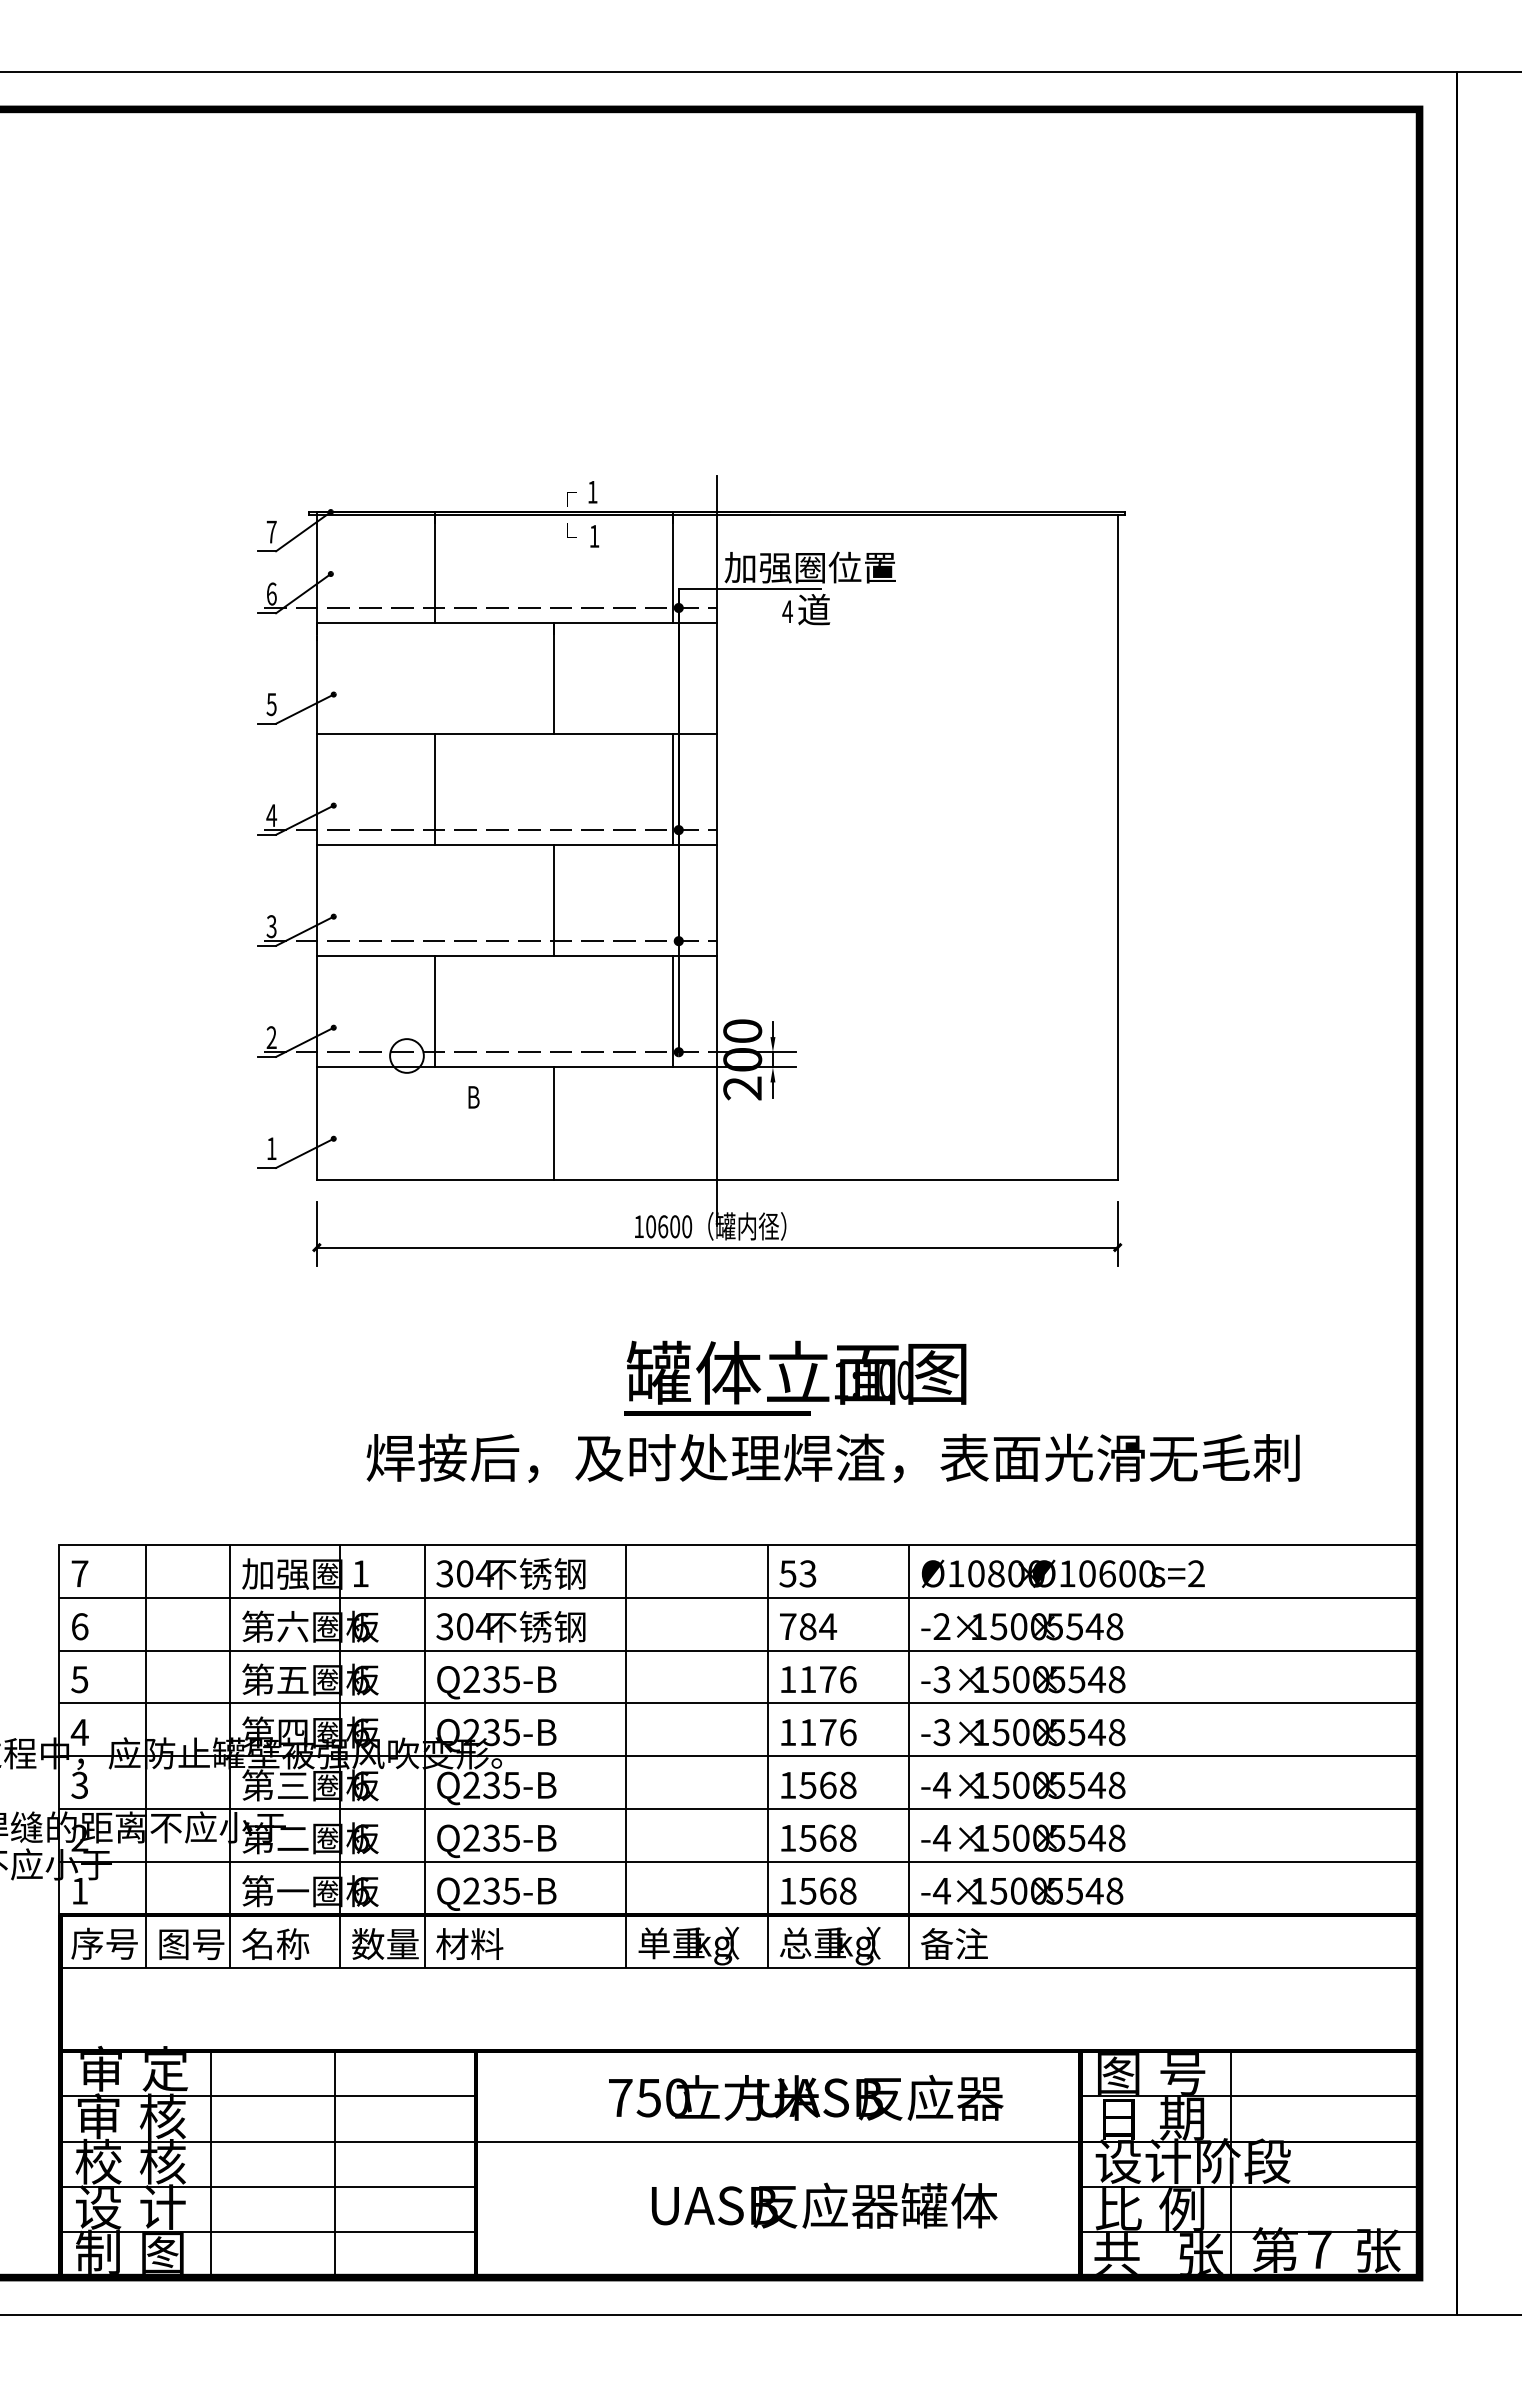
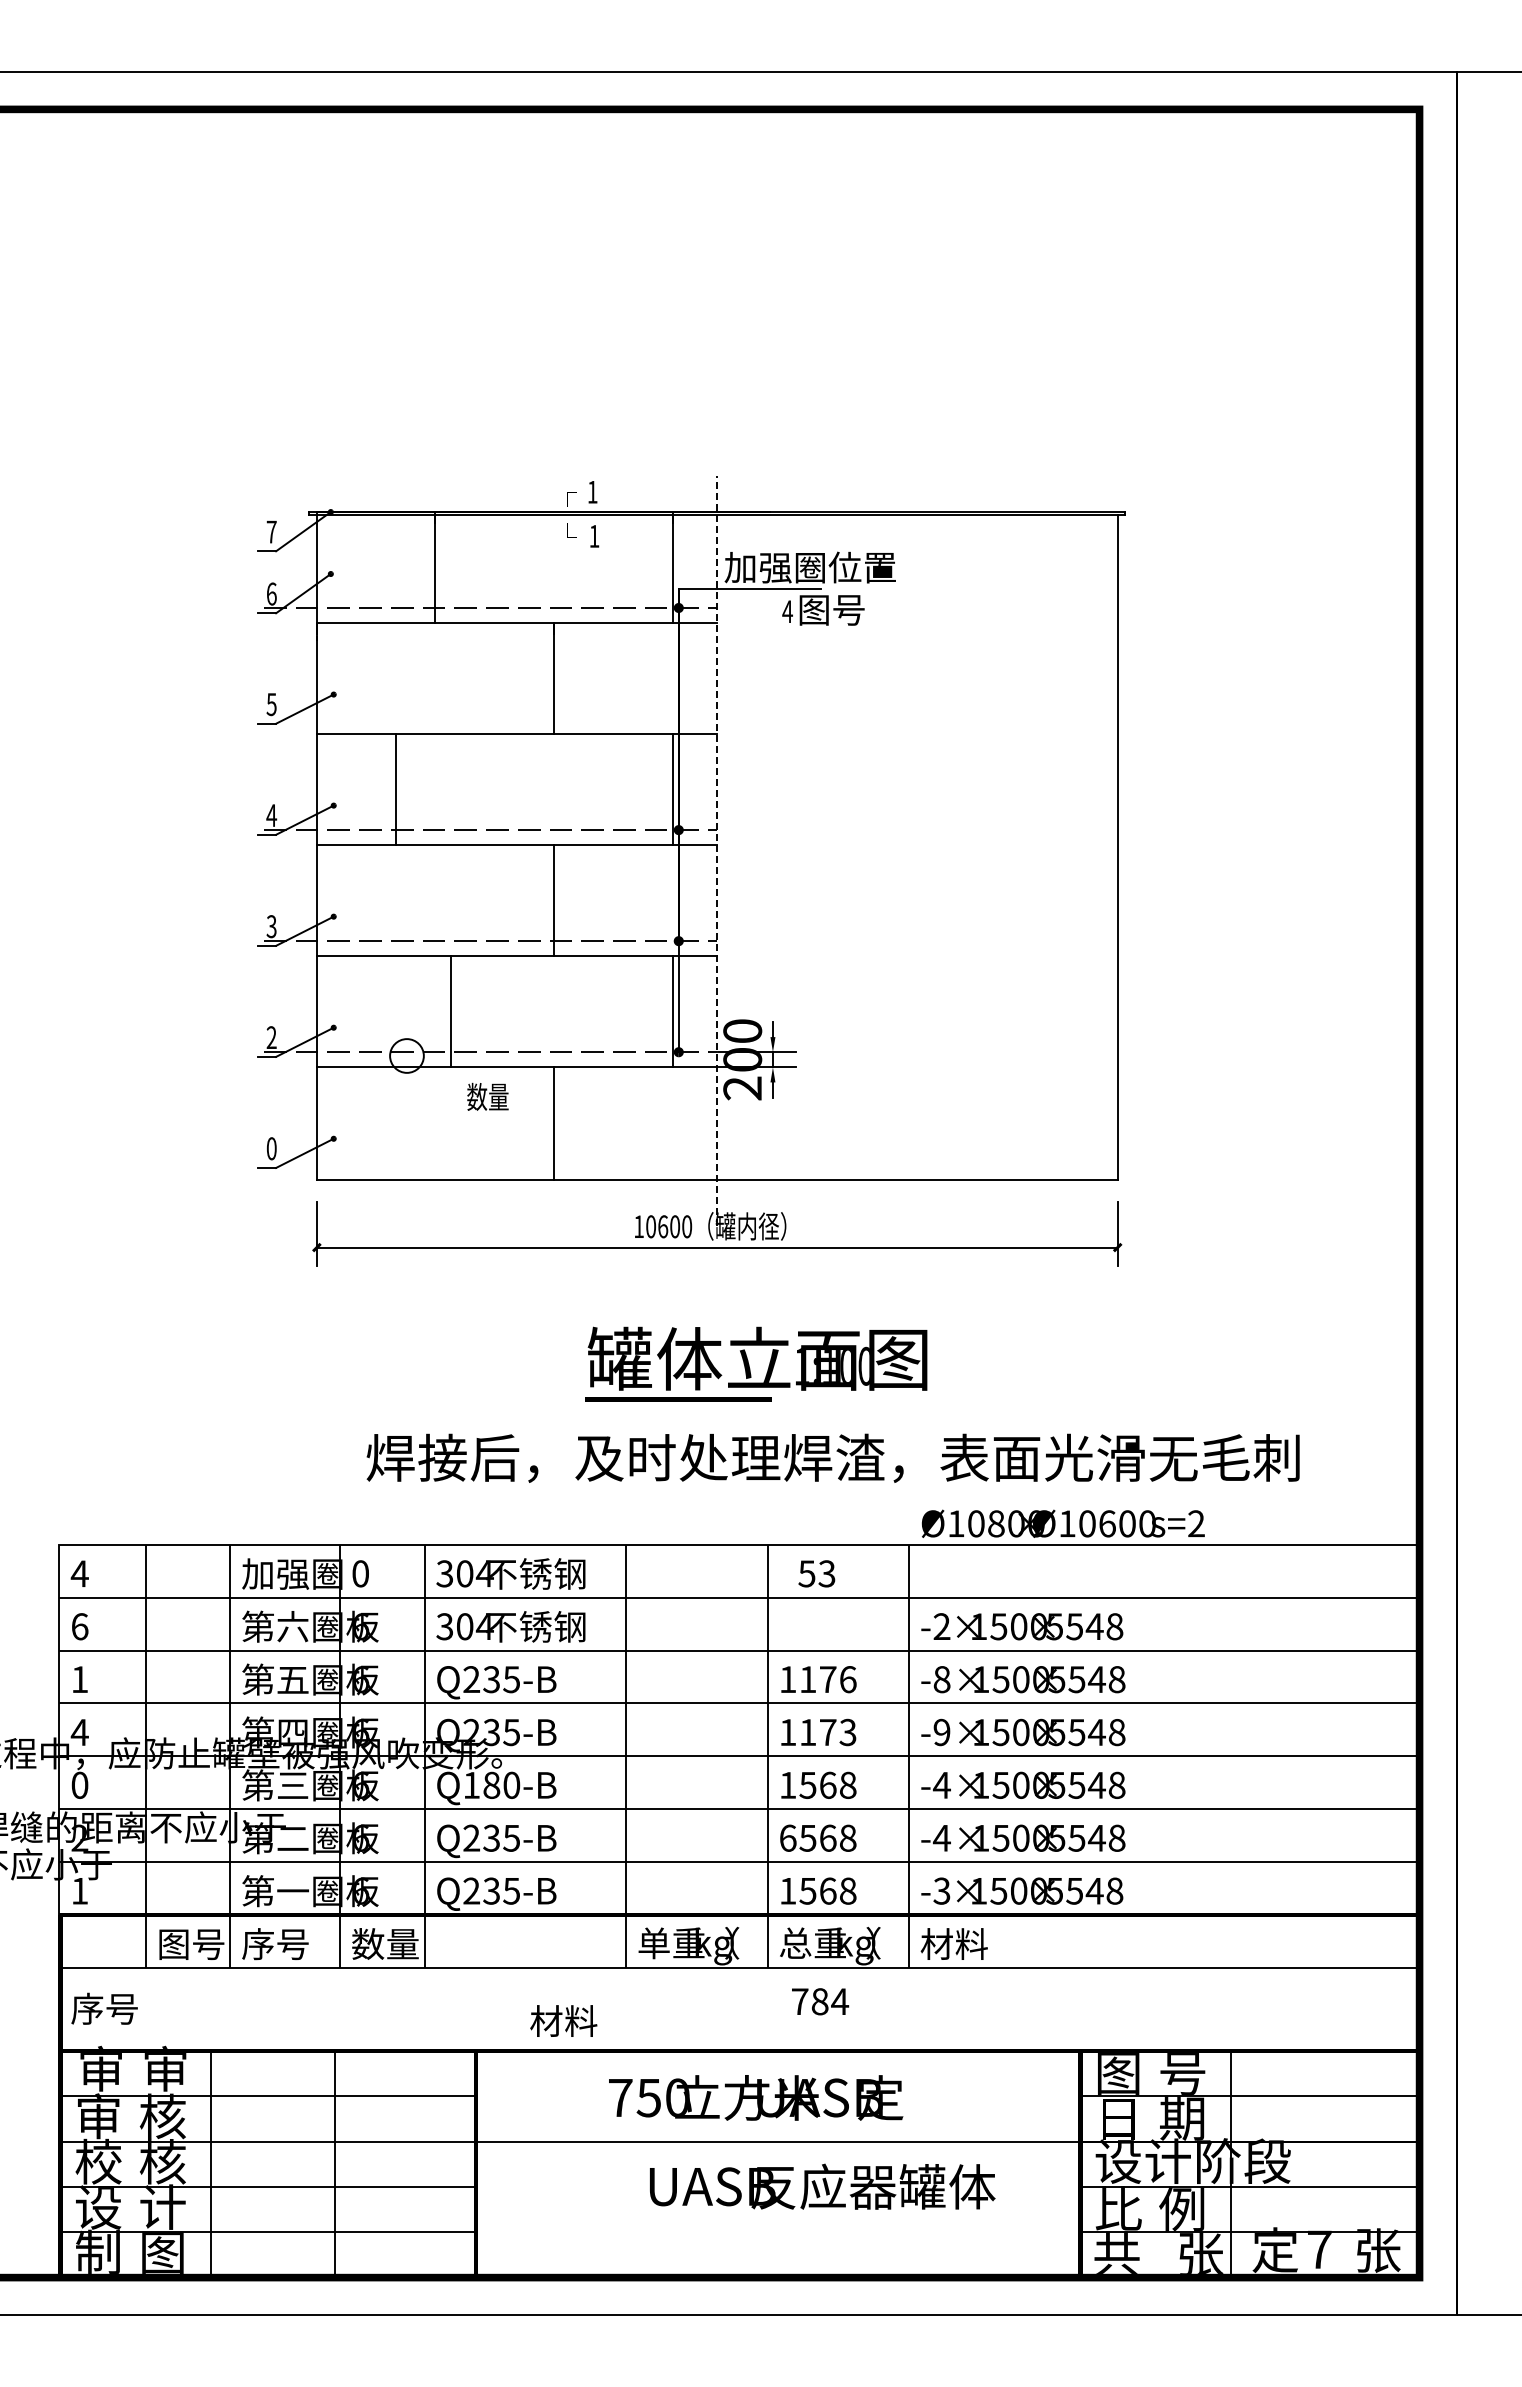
text at (831, 609): 道 -> 图号
line at (435, 789) position: (435, 789) -> (396, 789)
line at (717, 850): solid -> dashed
line at (435, 1011) position: (435, 1011) -> (451, 1011)
text at (487, 1096): B -> 数量
text at (271, 1148): 1 -> 0
text at (795, 1377) position: (795, 1377) -> (756, 1363)
text at (79, 1573): 7 -> 4
text at (360, 1573): 1 -> 0
text at (797, 1573) position: (797, 1573) -> (816, 1573)
text at (1062, 1573) position: (1062, 1573) -> (1062, 1523)
text at (808, 1626) position: (808, 1626) -> (820, 2001)
text at (79, 1679): 5 -> 1
text at (941, 1679): -3 -> -8
text at (847, 1732): 1176 -> 1173
text at (941, 1732): -3 -> -9
text at (79, 1784): 3 -> 0
text at (491, 1784): Q235-B -> Q180-B
text at (788, 1837): 1568 -> 6568
text at (941, 1890): -4 -> -3
text at (104, 1943) position: (104, 1943) -> (104, 2008)
text at (469, 1943) position: (469, 1943) -> (563, 2020)
text at (953, 1943): 备注 -> 材料
text at (275, 1944): 名称 -> 序号
text at (165, 2068): 定 -> 审
text at (930, 2097): 反应器 -> 定
text at (824, 2205) position: (824, 2205) -> (822, 2186)
text at (1274, 2249): 第 -> 定
